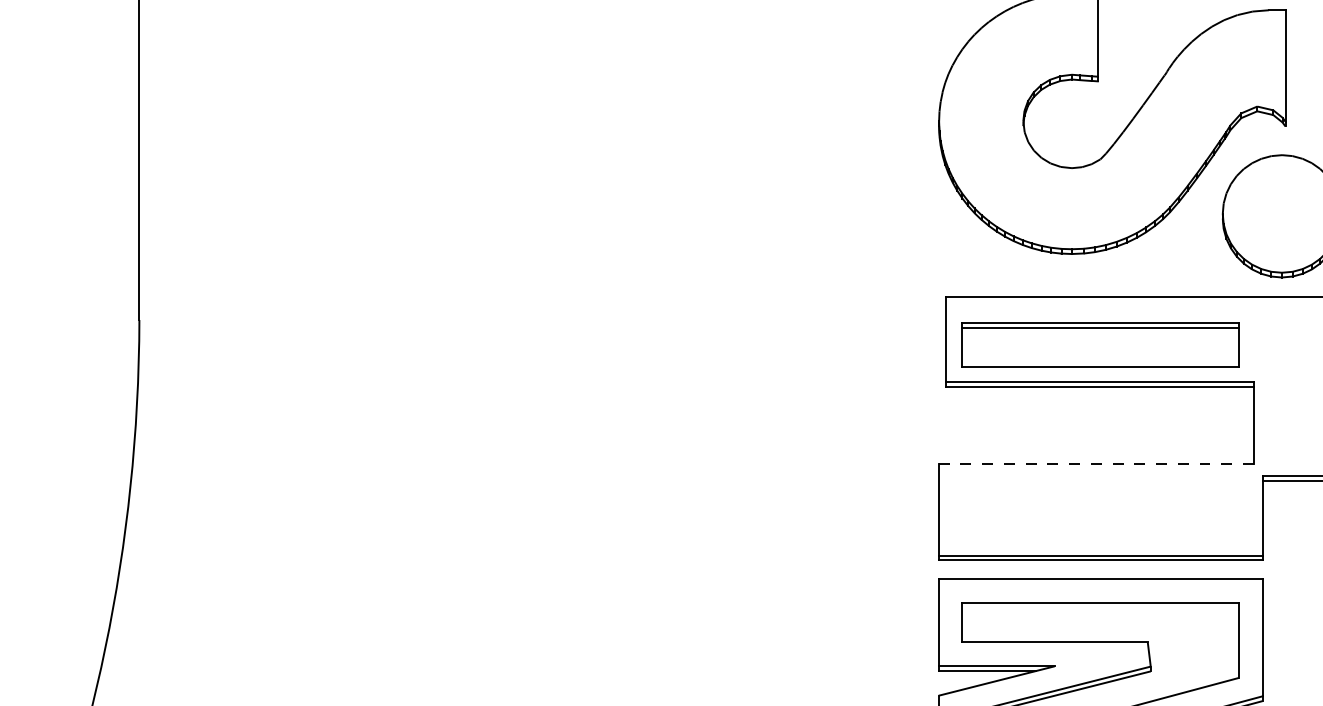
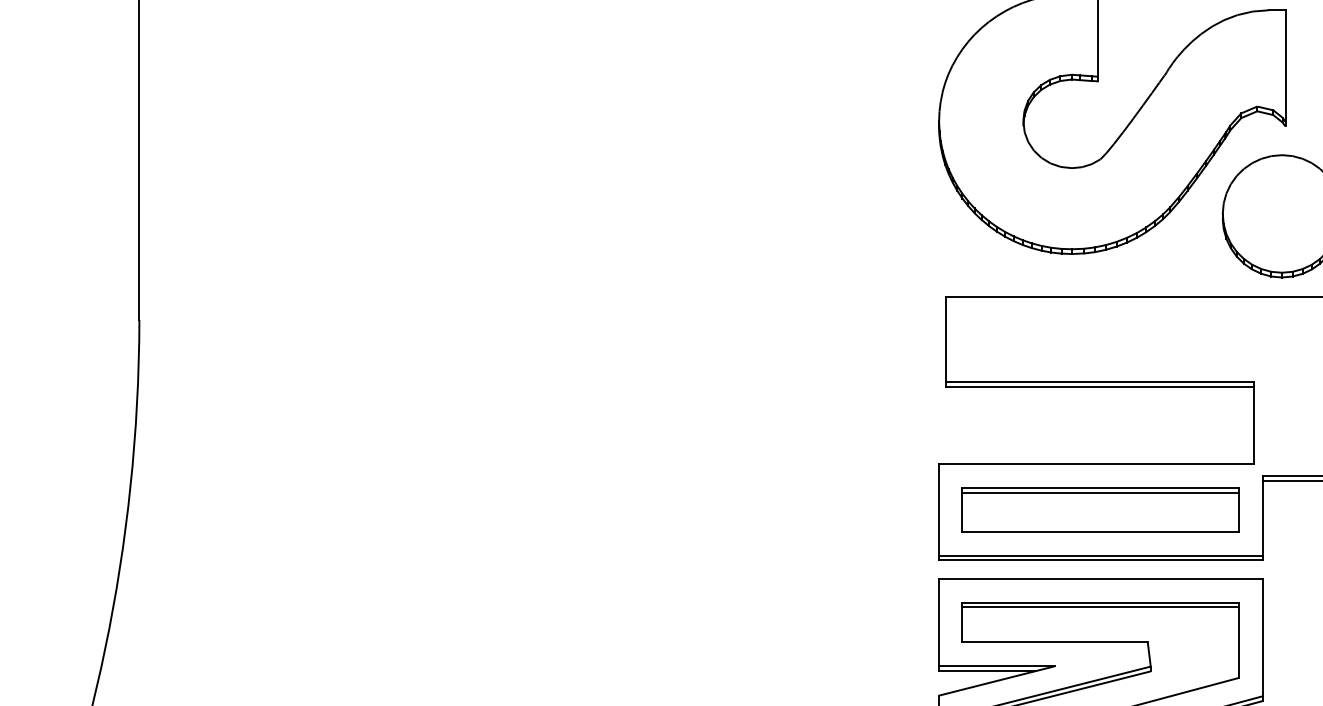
part at (1100, 344) position: (1100, 344) -> (1100, 509)
line at (1096, 464): dashed -> solid
line at (1100, 607): none -> present
